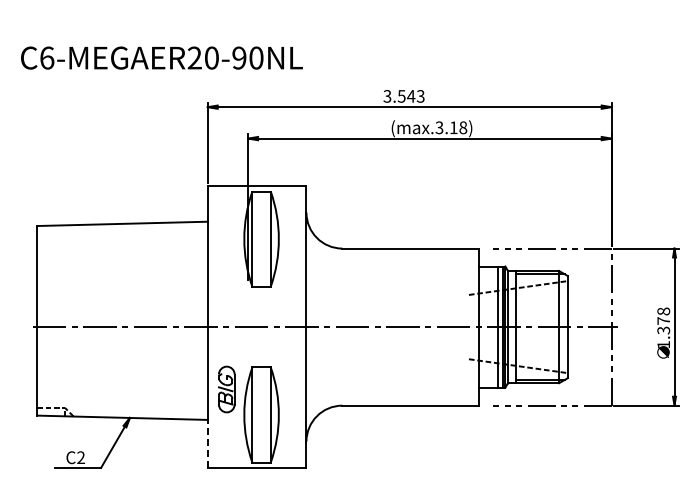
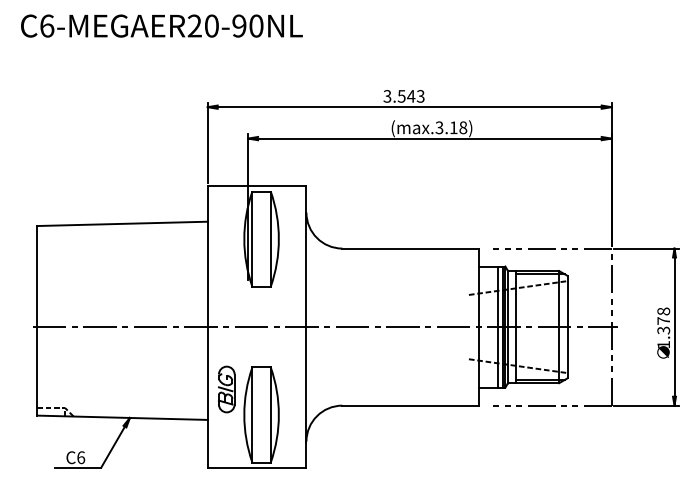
text at (161, 57) position: (161, 57) -> (161, 25)
line at (207, 443): dashed -> solid
text at (81, 457): C2 -> C6
